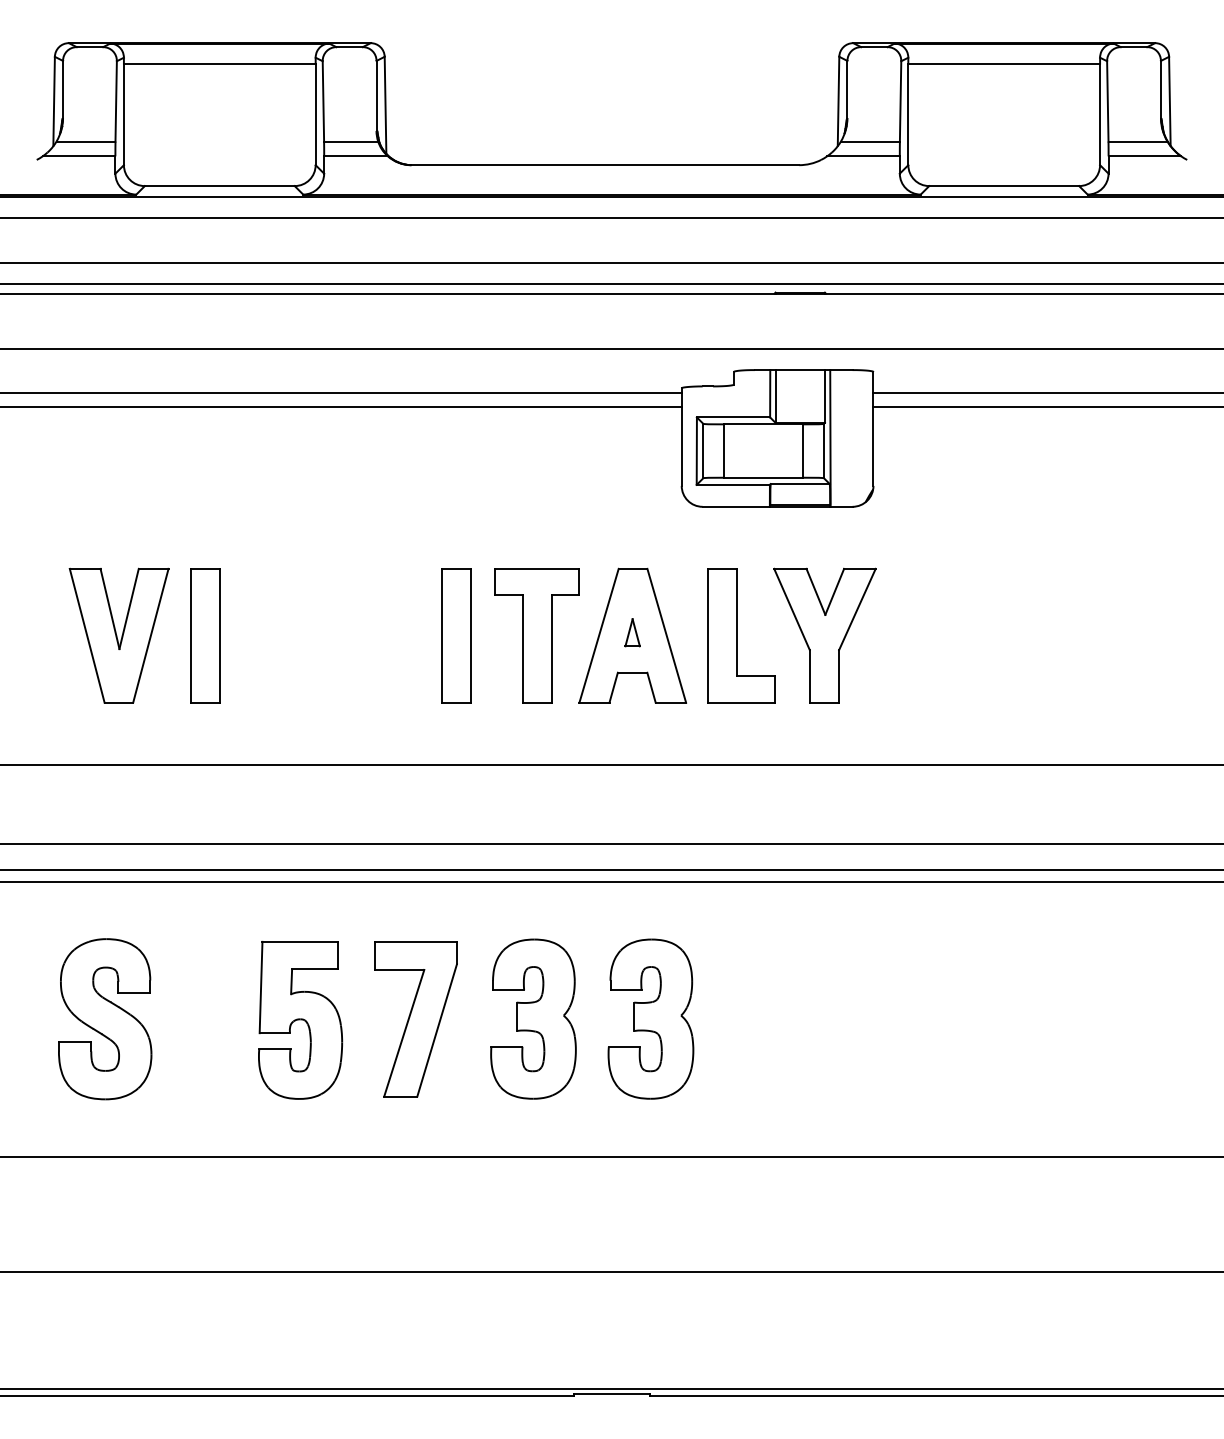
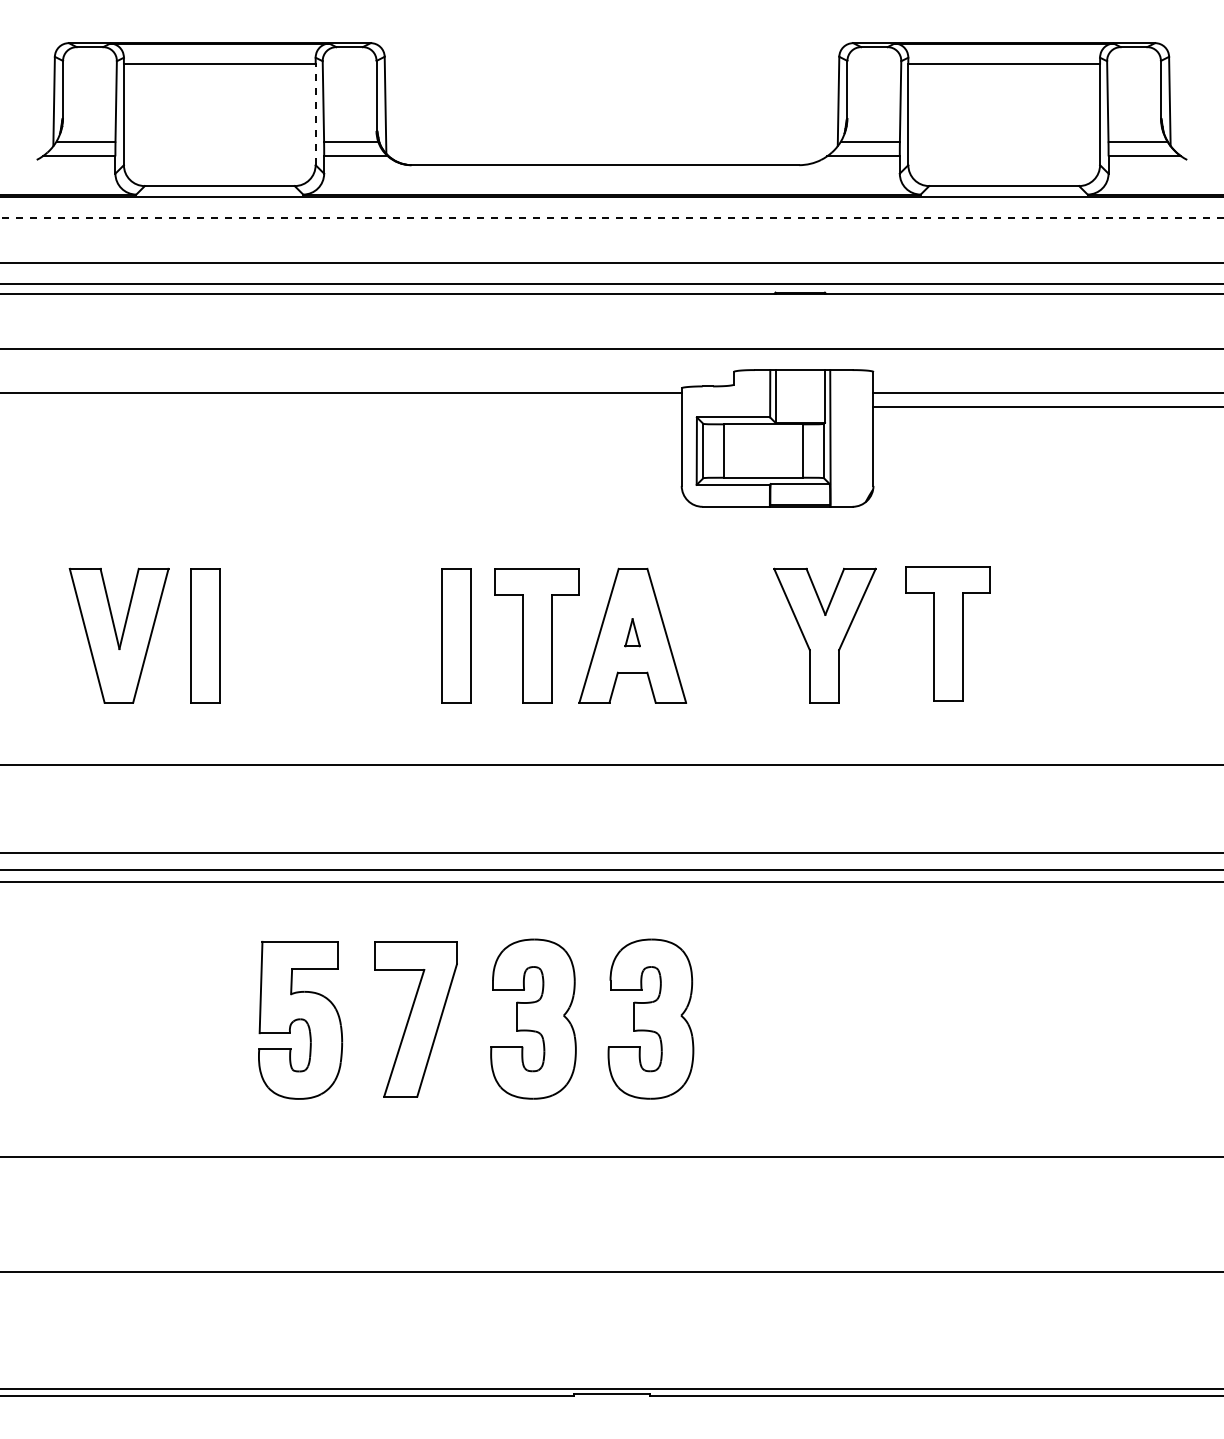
line at (315, 114): solid -> dashed
line at (612, 218): solid -> dashed
line at (341, 406): present -> none
part at (947, 633): none -> present
part at (741, 635): present -> none
line at (611, 843) position: (611, 843) -> (611, 852)
part at (105, 1019): present -> none
